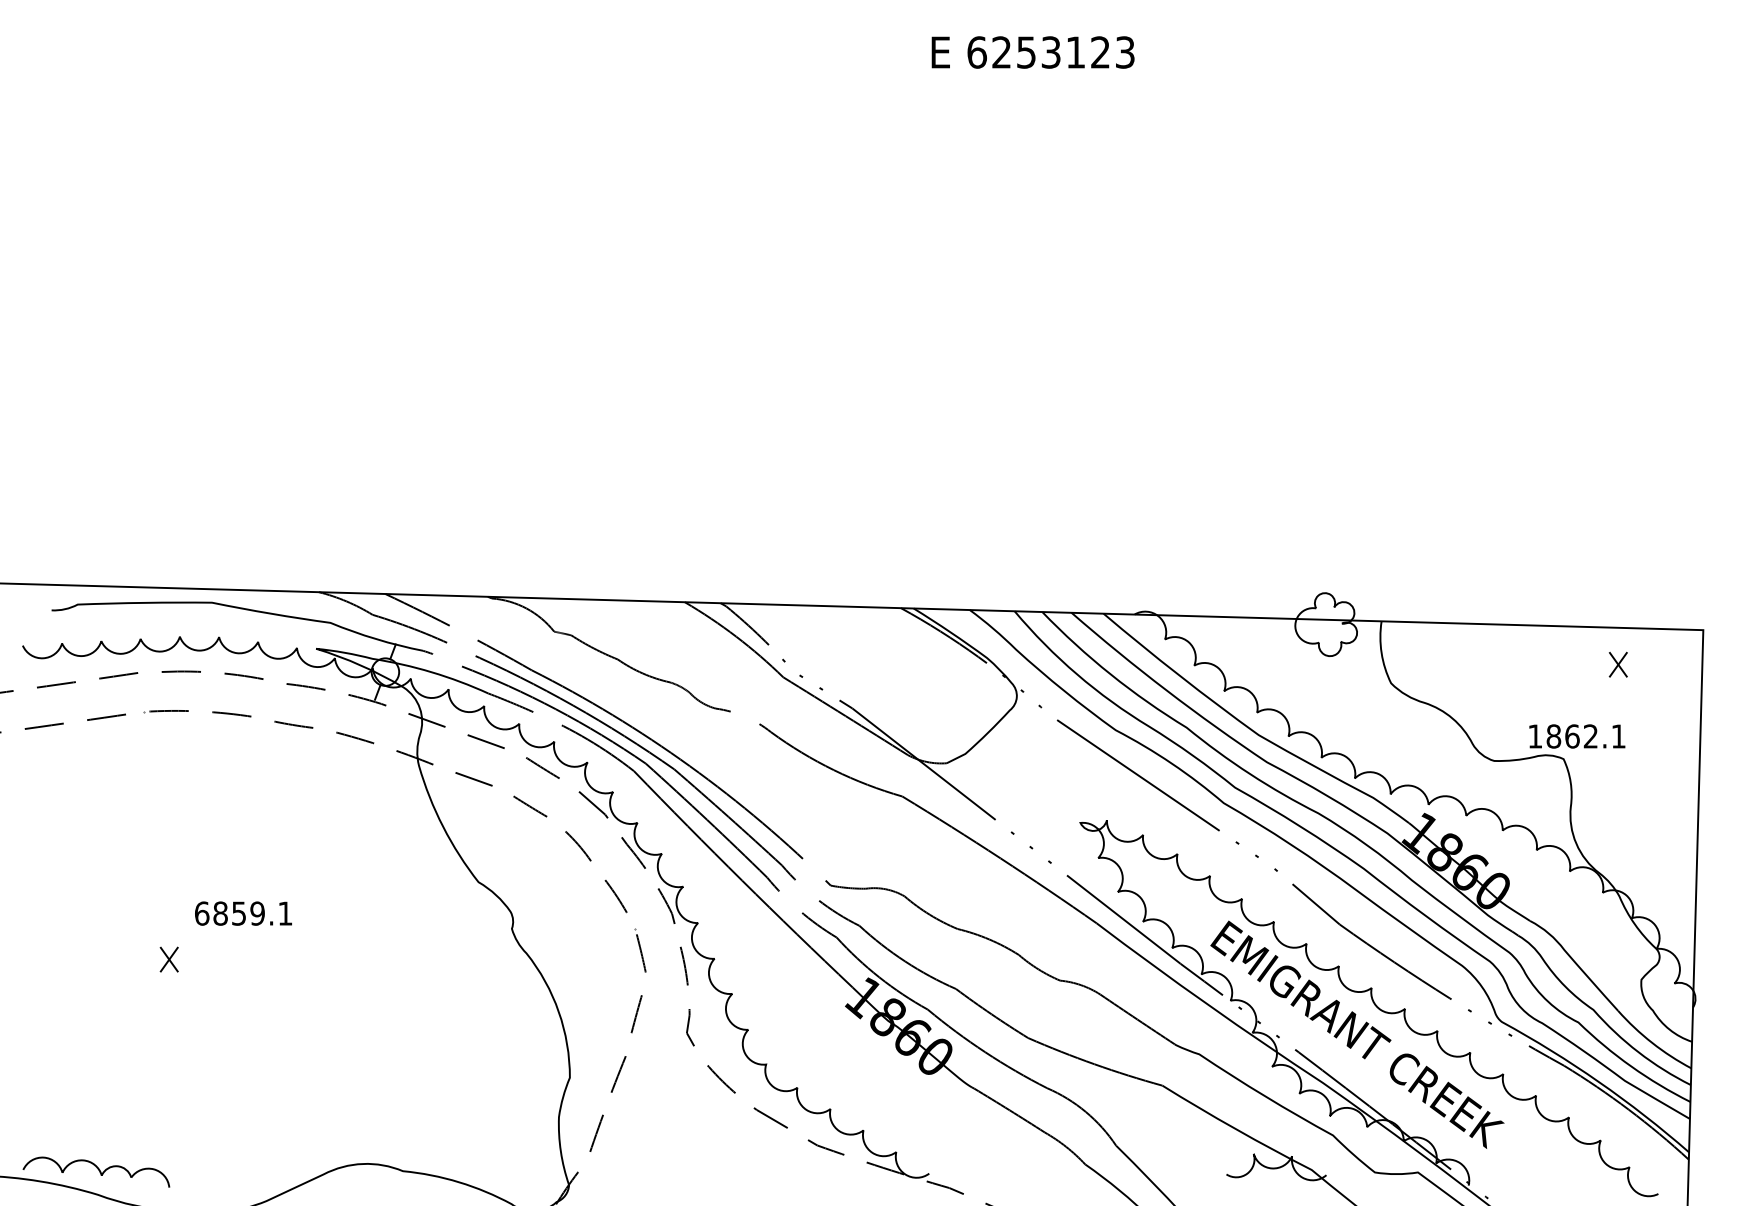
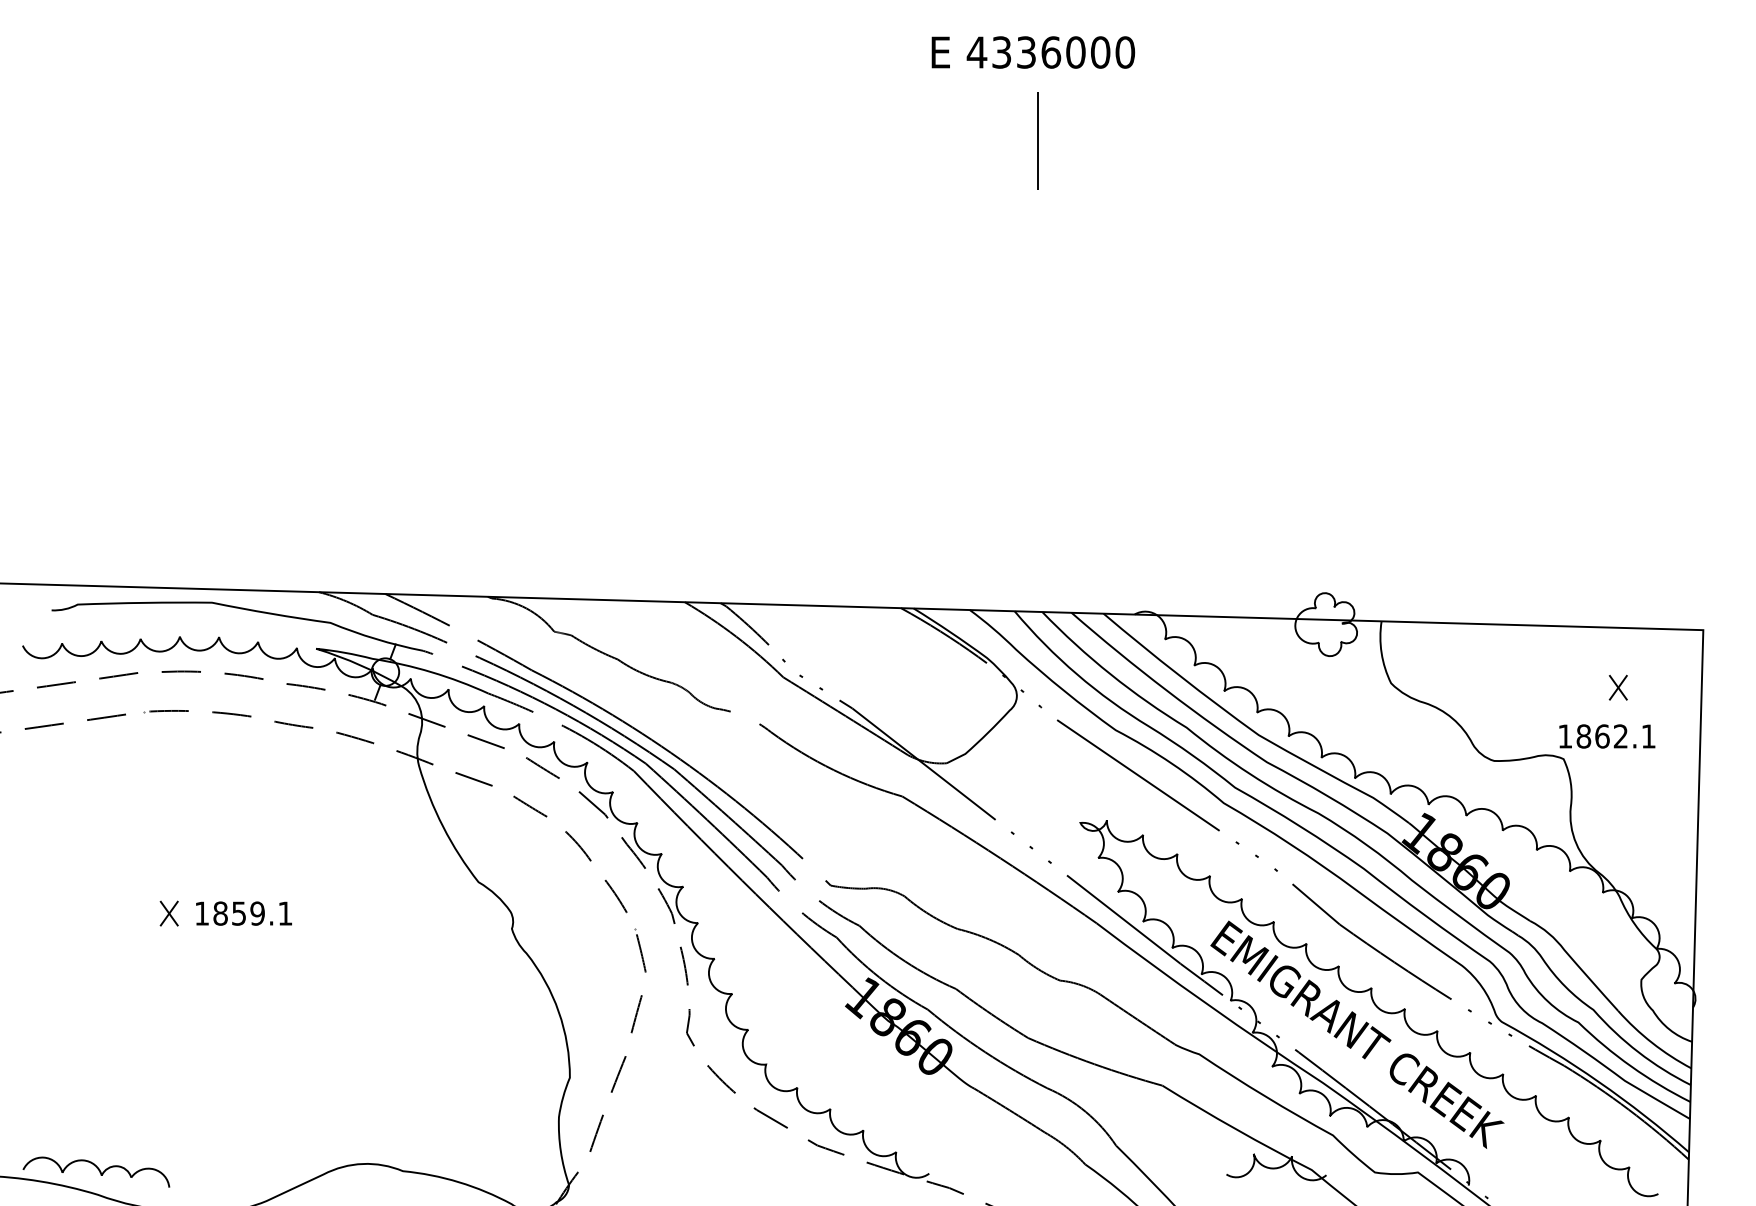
text at (1050, 52): 6253123 -> 4336000
line at (1037, 140): none -> present
part at (1617, 664) position: (1617, 664) -> (1617, 687)
text at (1577, 736) position: (1577, 736) -> (1607, 736)
text at (202, 913): 6859.1 -> 1859.1
part at (168, 959) position: (168, 959) -> (168, 913)
